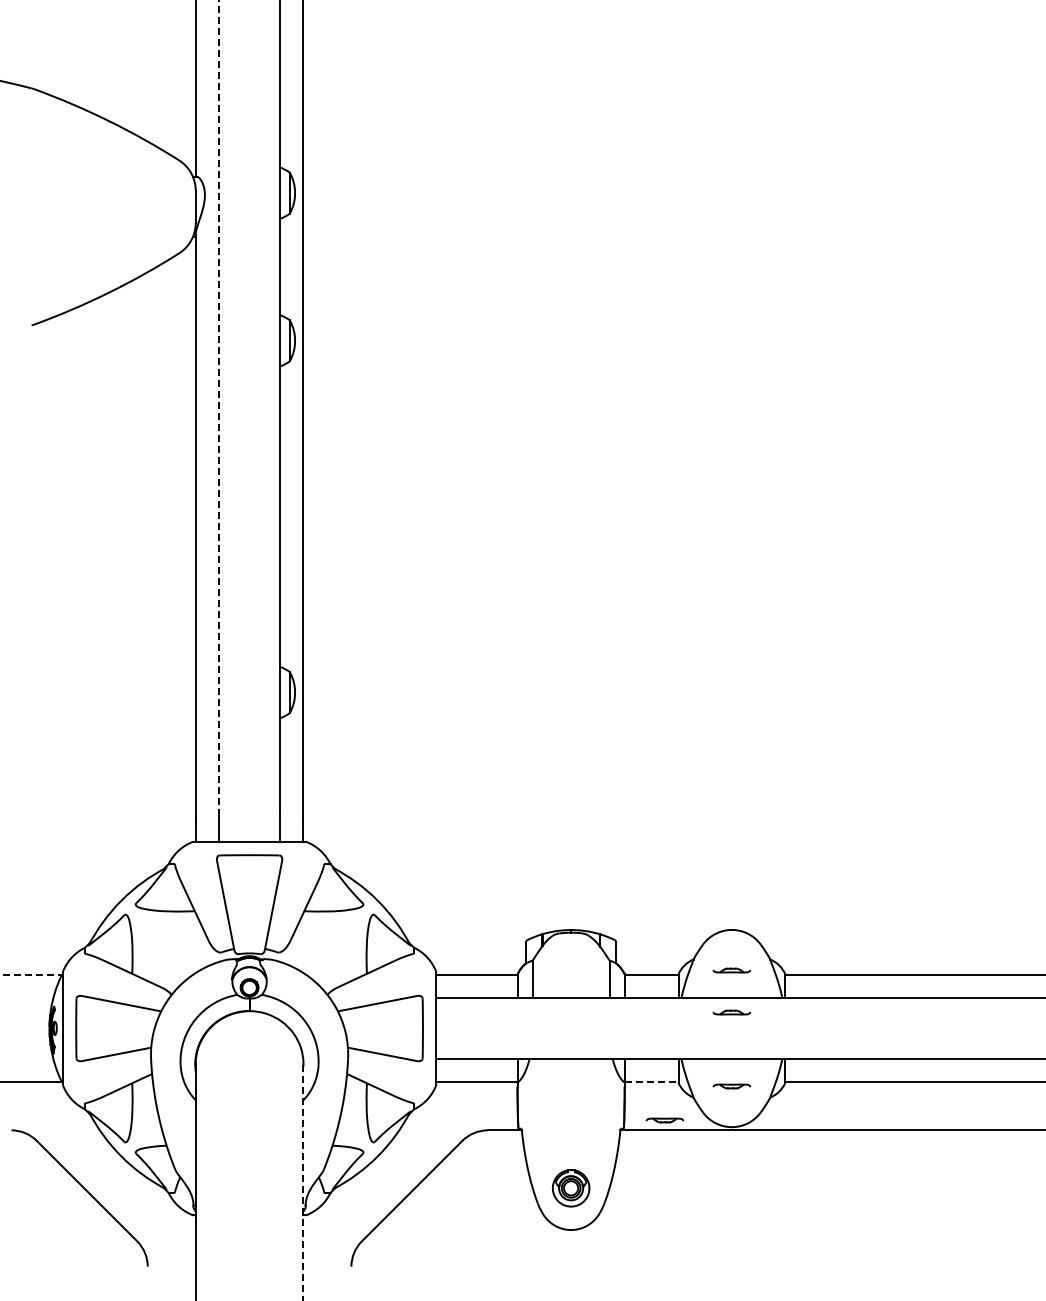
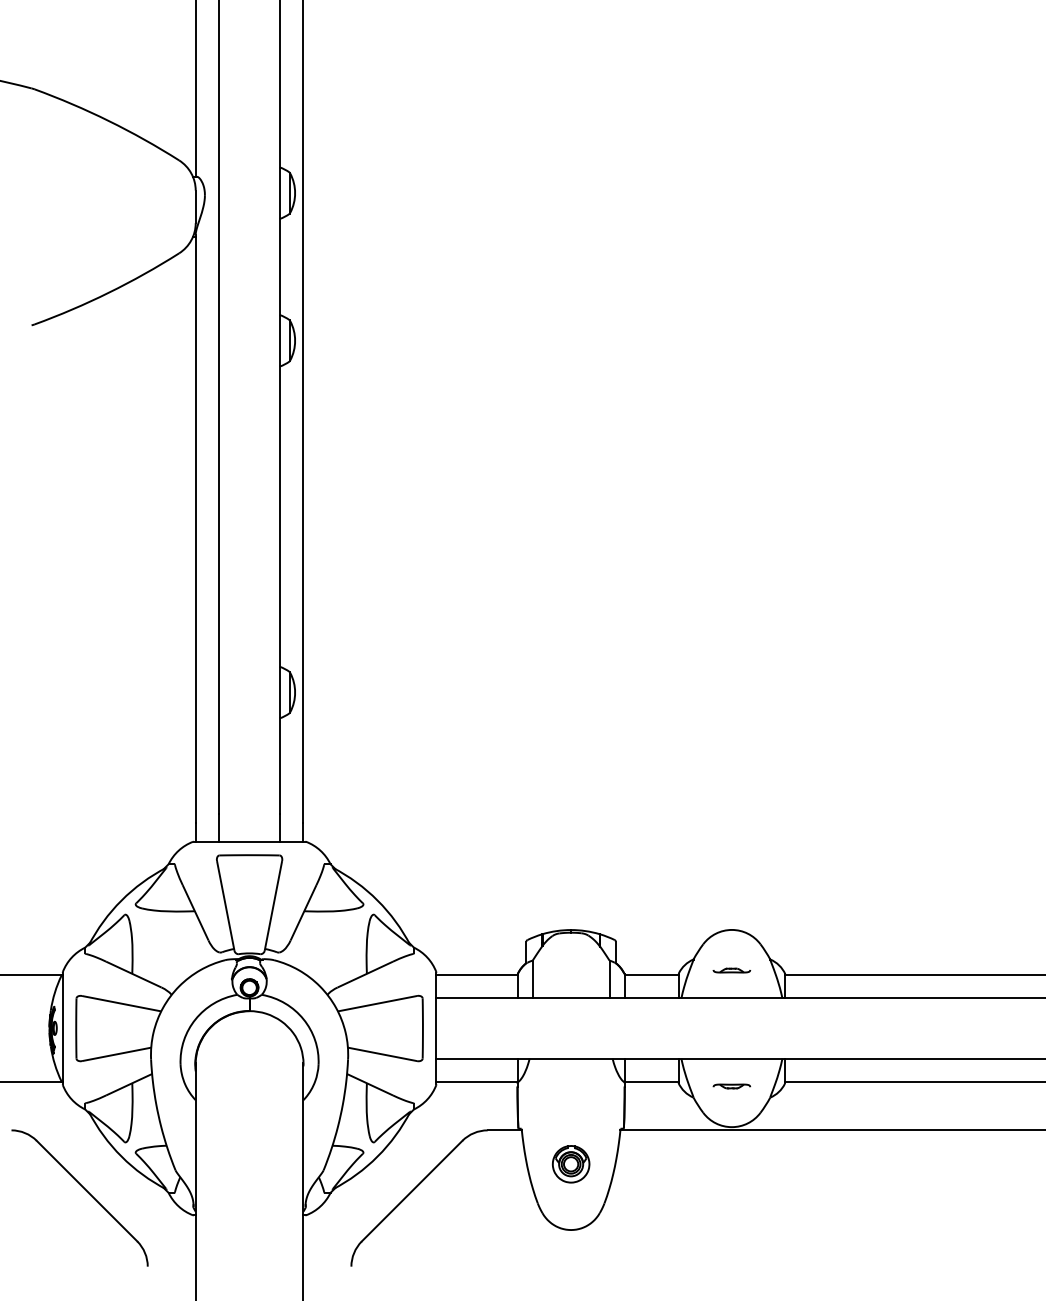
line at (219, 407): dashed -> solid
line at (32, 974): dashed -> solid
part at (731, 1012): present -> none
line at (651, 1082): dashed -> solid
part at (664, 1120): present -> none
line at (303, 1181): dashed -> solid
part at (570, 1188) position: (570, 1188) -> (570, 1164)
